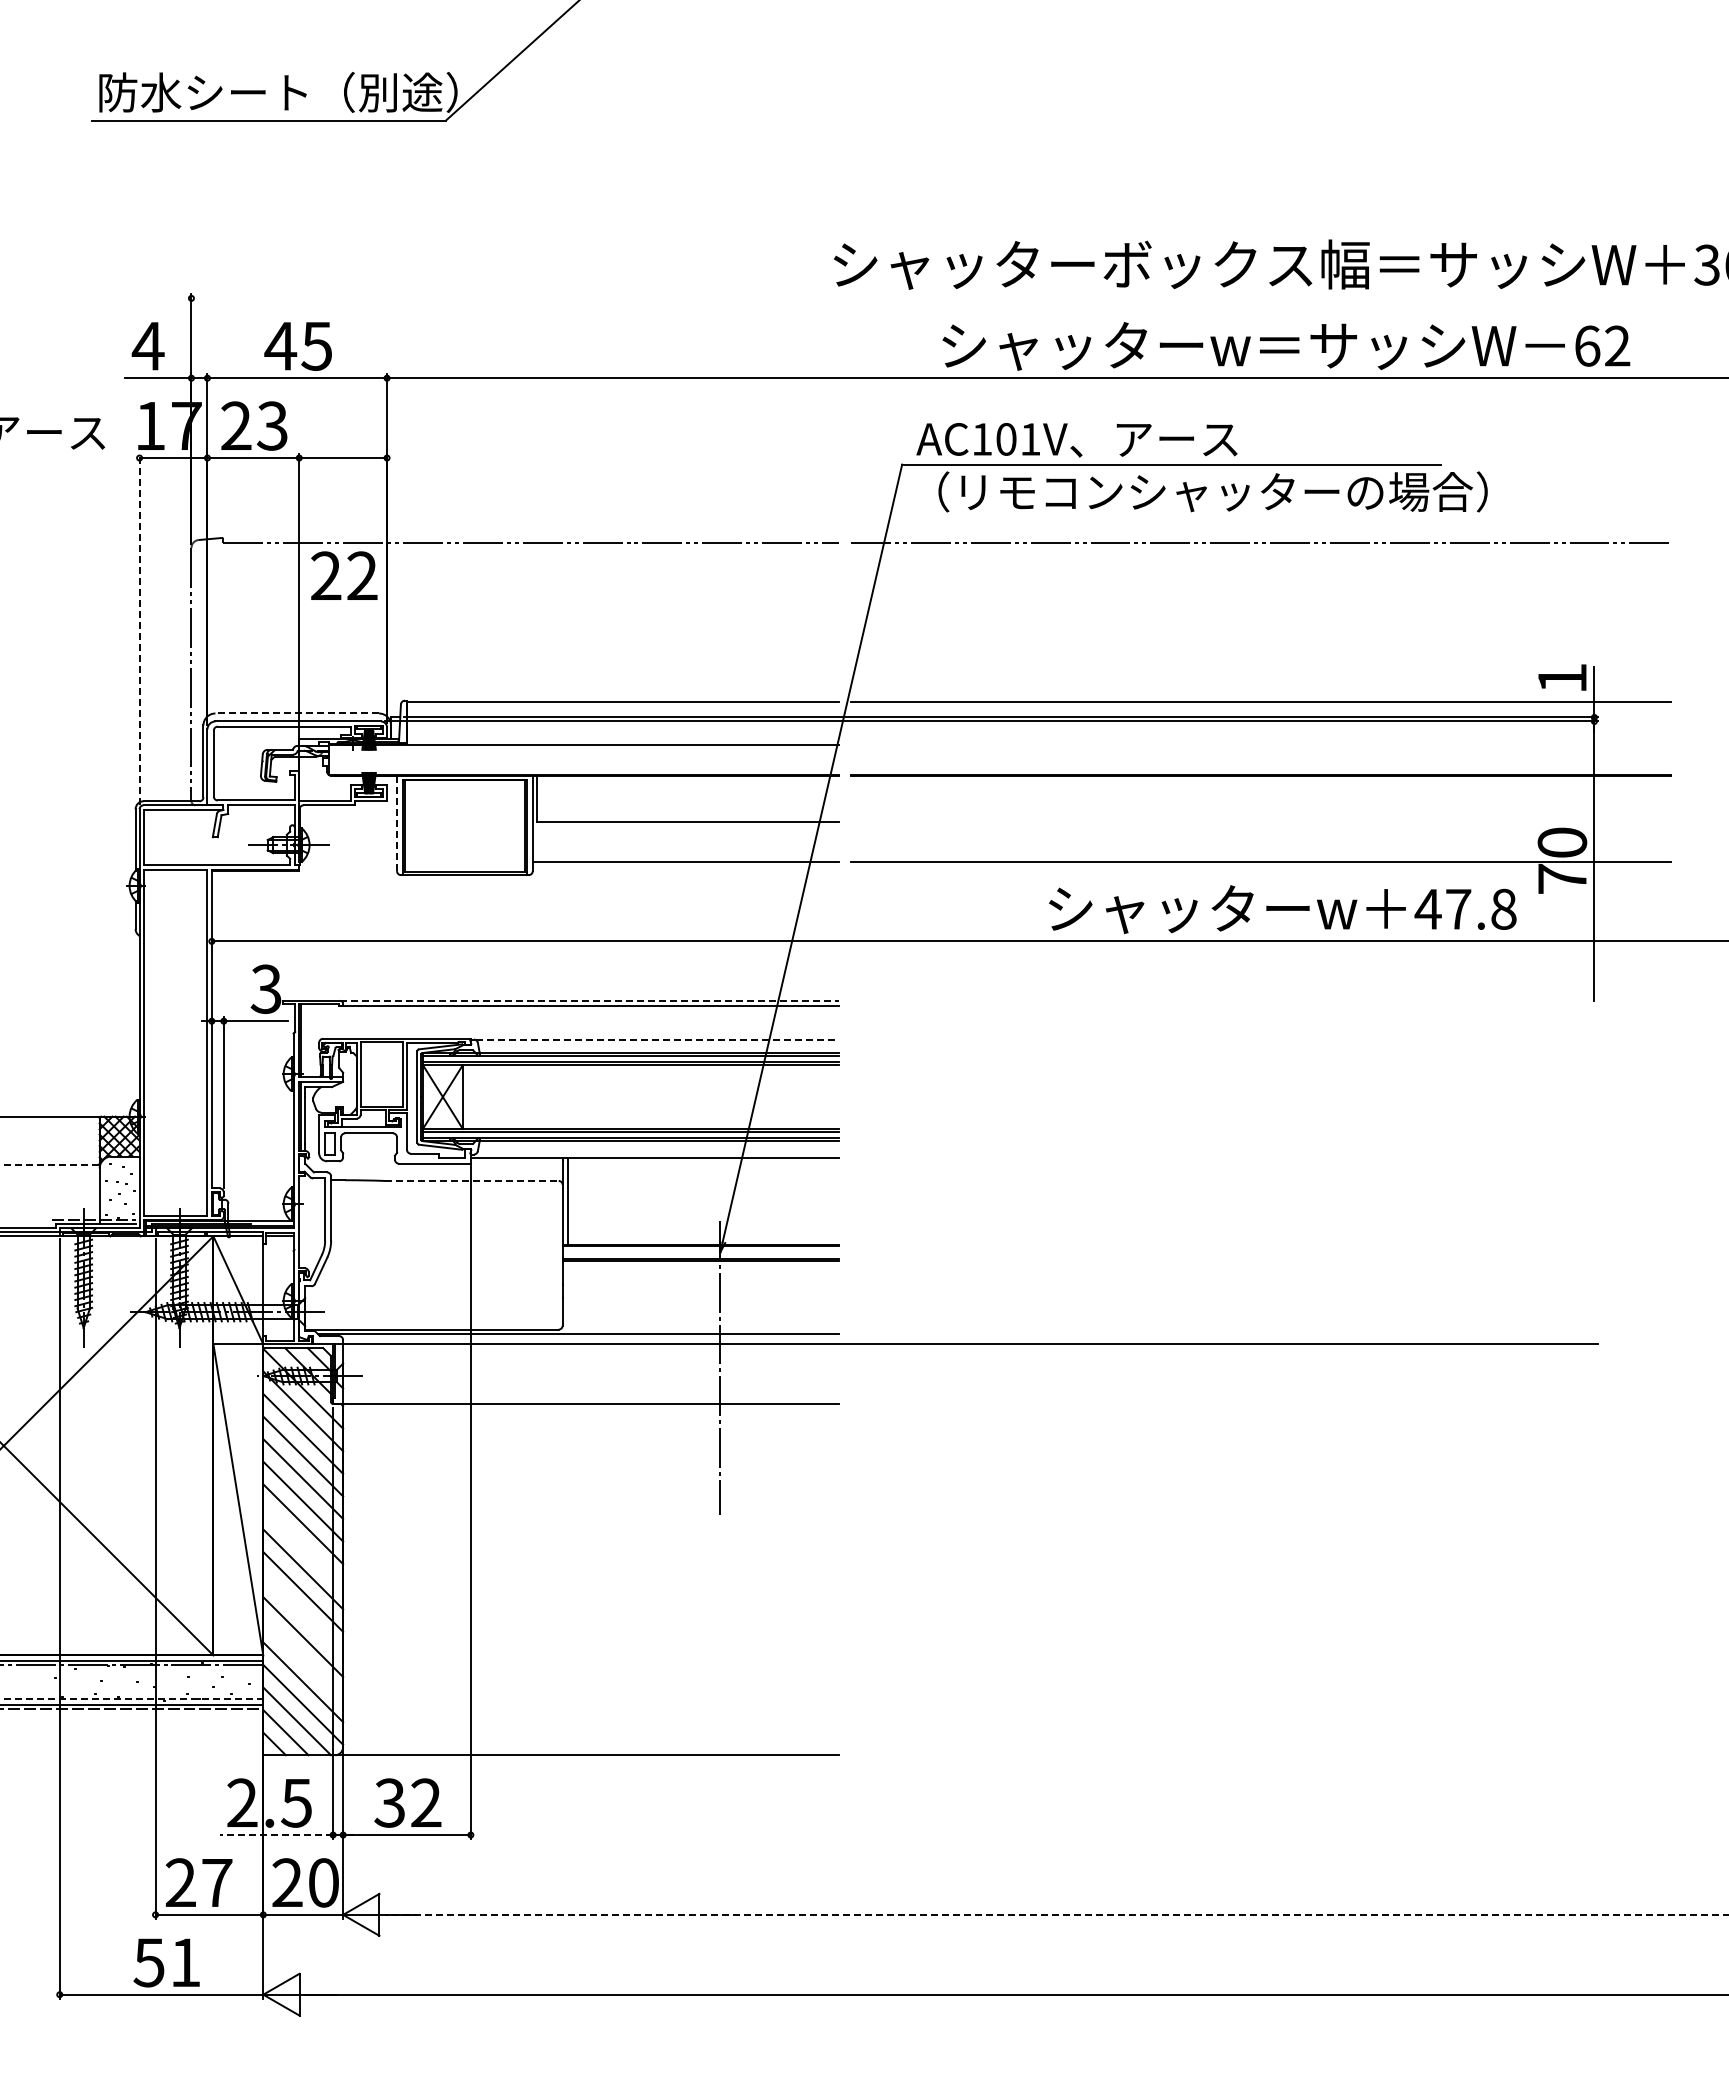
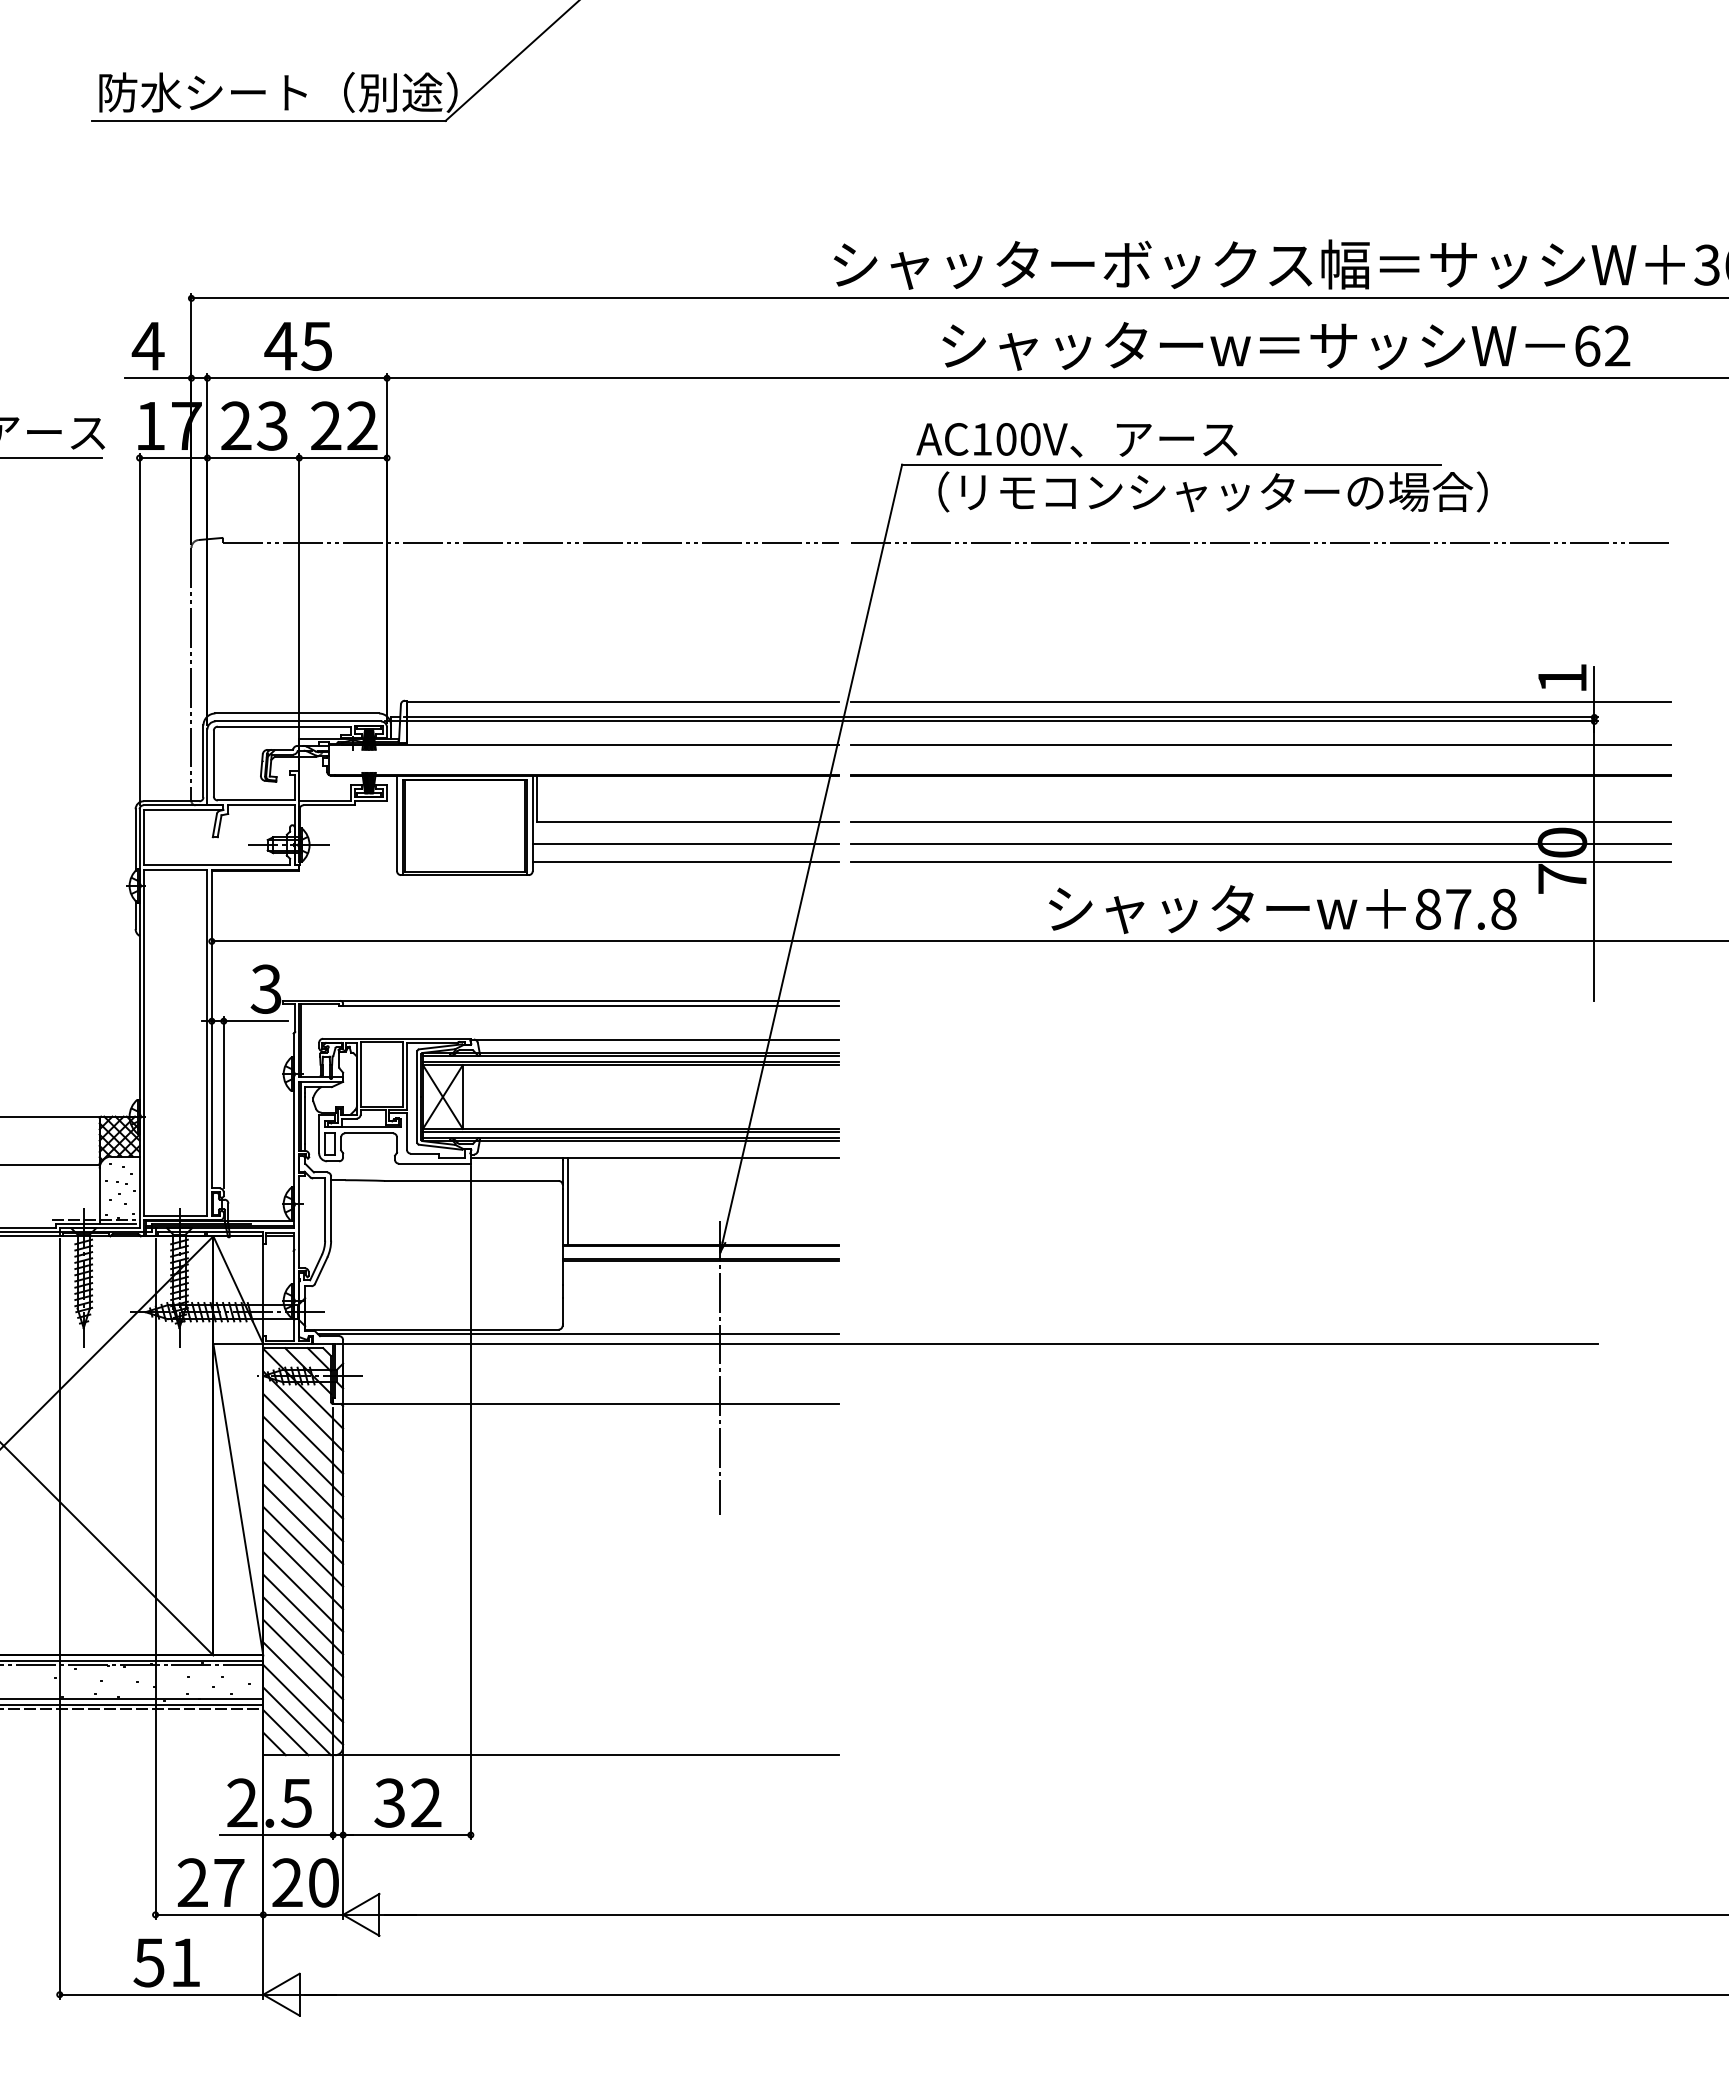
line at (958, 298): none -> present
text at (1030, 439): AC101V -> AC100V
line at (51, 458): none -> present
text at (344, 575) position: (344, 575) -> (344, 425)
line at (139, 629): dashed -> solid
line at (297, 713): dashed -> solid
line at (1261, 744): none -> present
line at (1261, 821): none -> present
line at (397, 823): dashed -> solid
line at (685, 843): none -> present
line at (1261, 843): none -> present
text at (1427, 908): 47.8 -> 87.8
line at (590, 1000): dashed -> solid
line at (657, 1039): dashed -> solid
line at (50, 1164): dashed -> solid
line at (471, 1180): dashed -> solid
line at (303, 1546): none -> present
line at (303, 1614): none -> present
line at (303, 1659): none -> present
line at (132, 1699): dashed -> solid
line at (276, 1835): dashed -> solid
text at (199, 1882) position: (199, 1882) -> (211, 1882)
line at (1056, 1914): dashed -> solid
